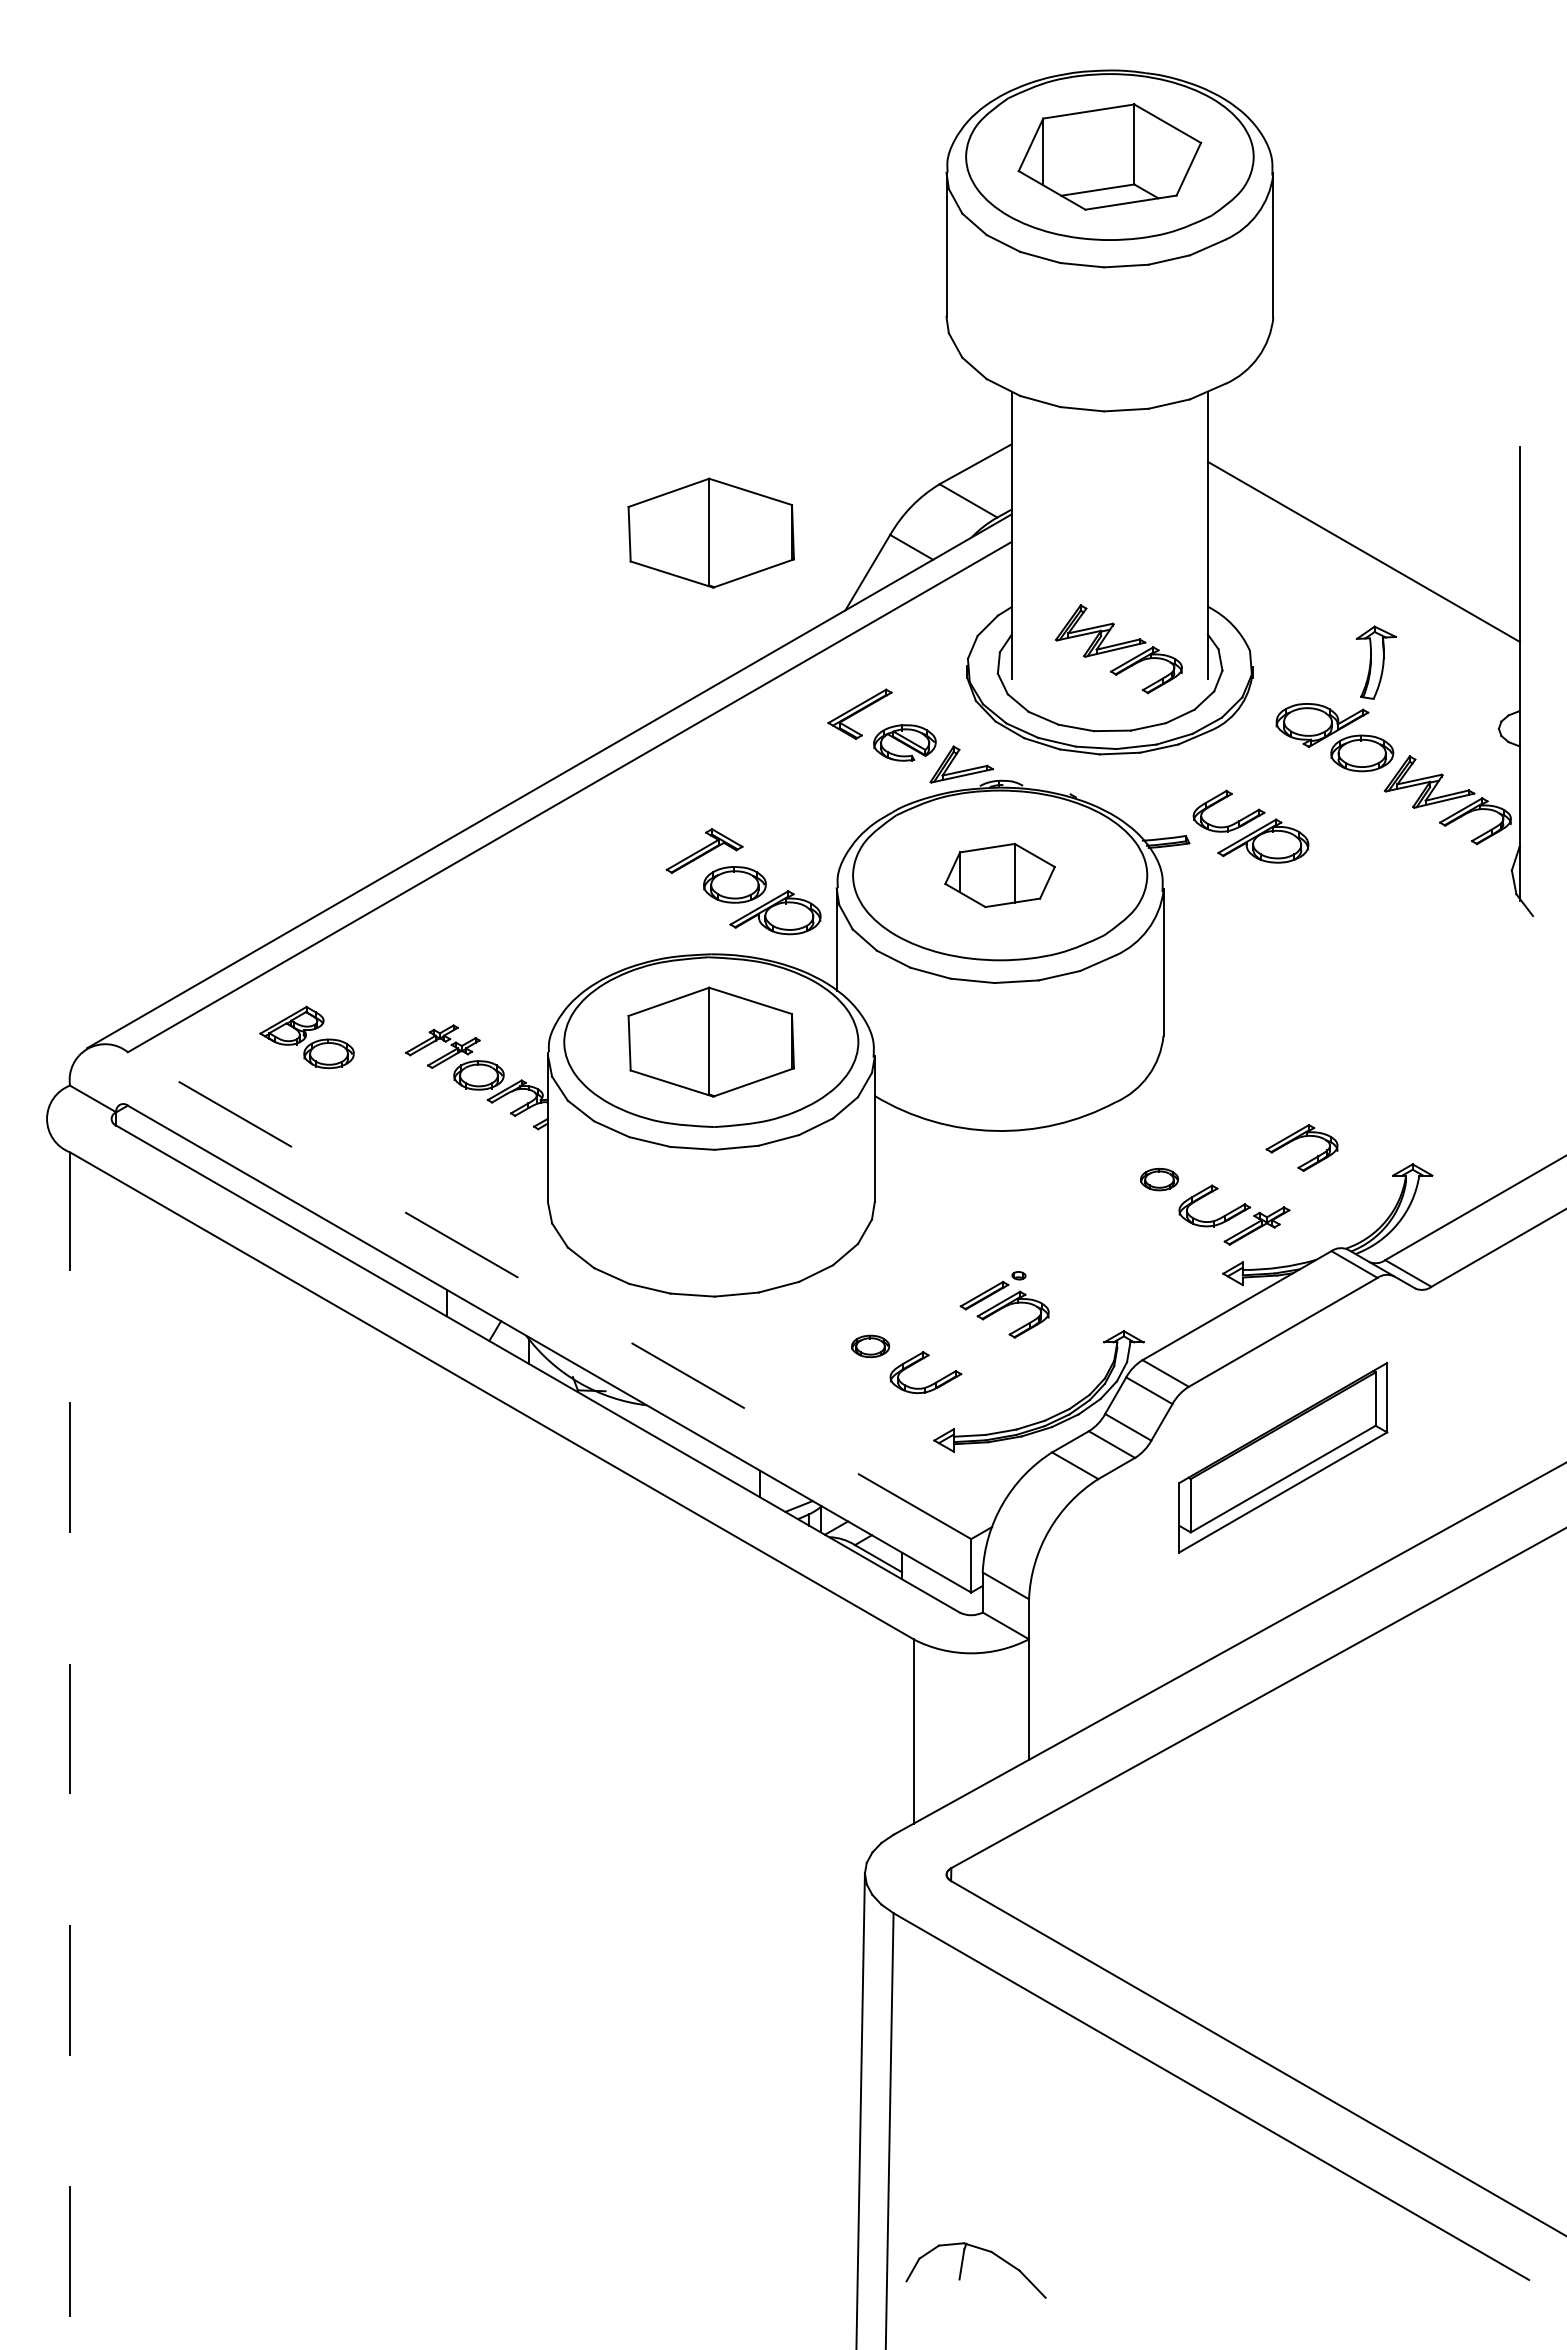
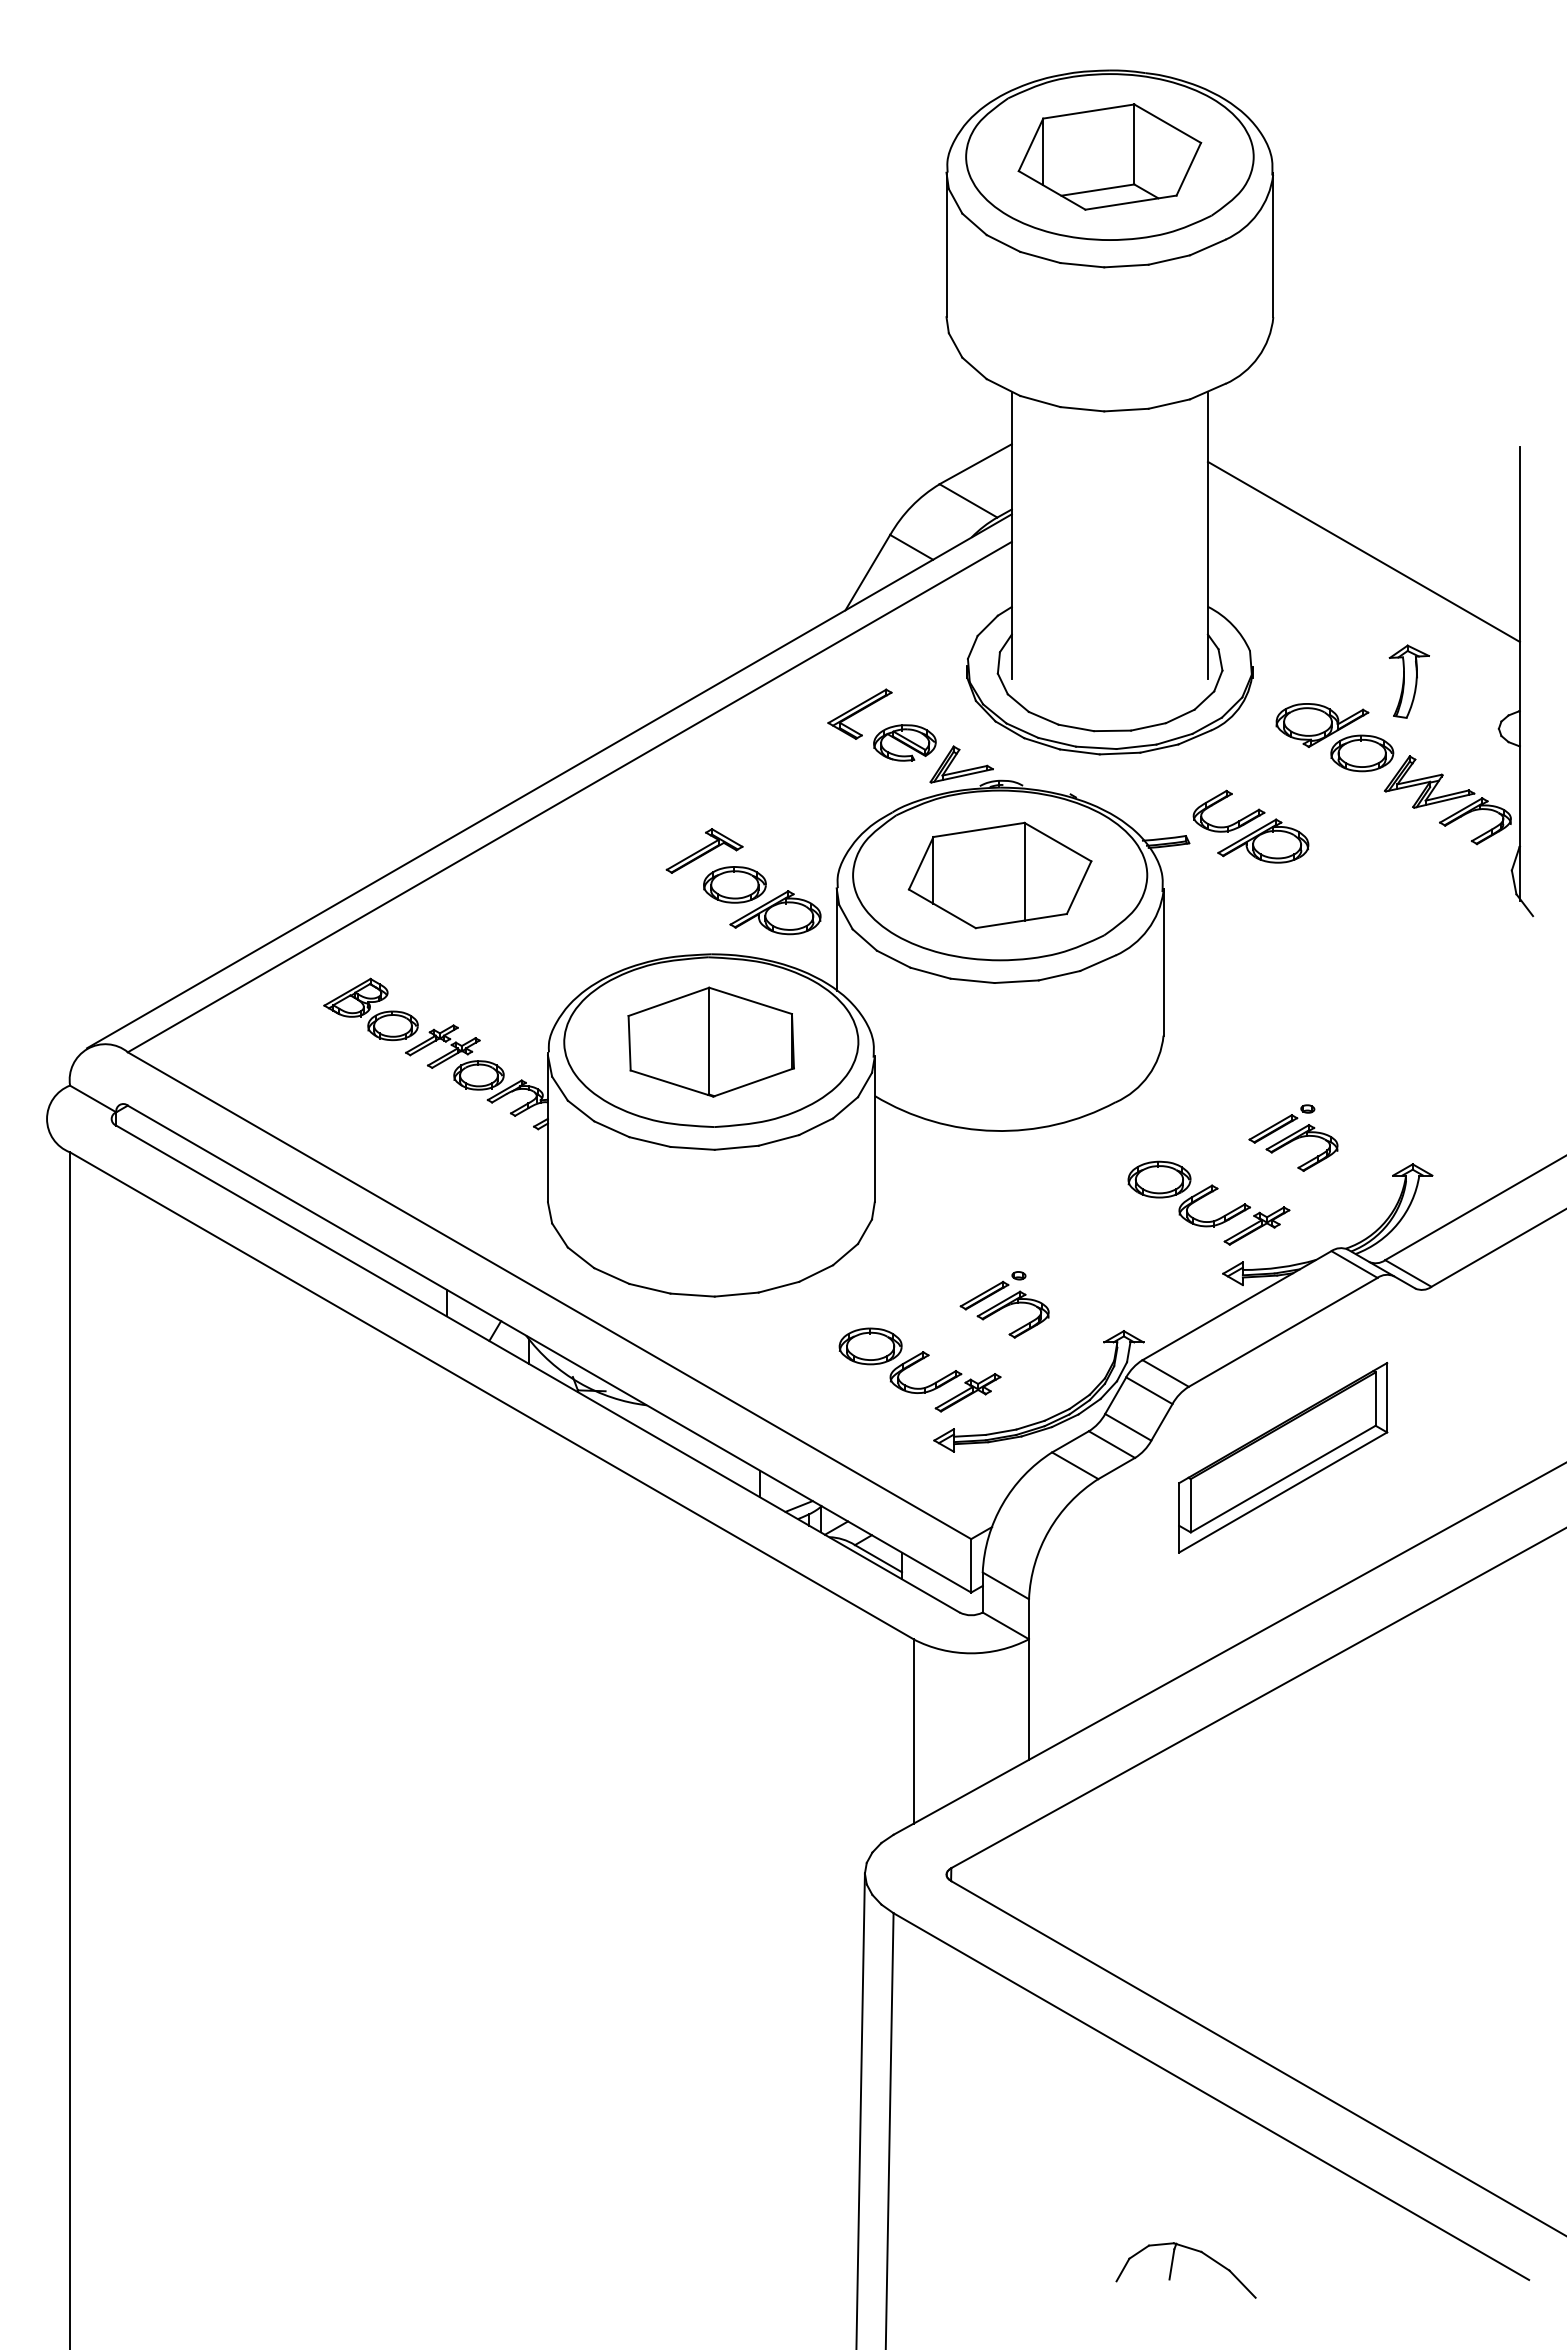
part at (710, 532): present -> none
part at (1118, 649): present -> none
part at (1375, 662) position: (1375, 662) -> (1408, 681)
part at (999, 875) size: 112x67 px -> 186x109 px
part at (306, 1037) position: (306, 1037) -> (370, 1009)
part at (1281, 1123): none -> present
part at (1159, 1179) size: 39x24 px -> 65x39 px
line at (549, 1295): dashed -> solid
part at (870, 1346) size: 40x25 px -> 65x39 px
part at (967, 1392): none -> present
line at (70, 1750): dashed -> solid
part at (962, 2268) position: (962, 2268) -> (1172, 2268)
